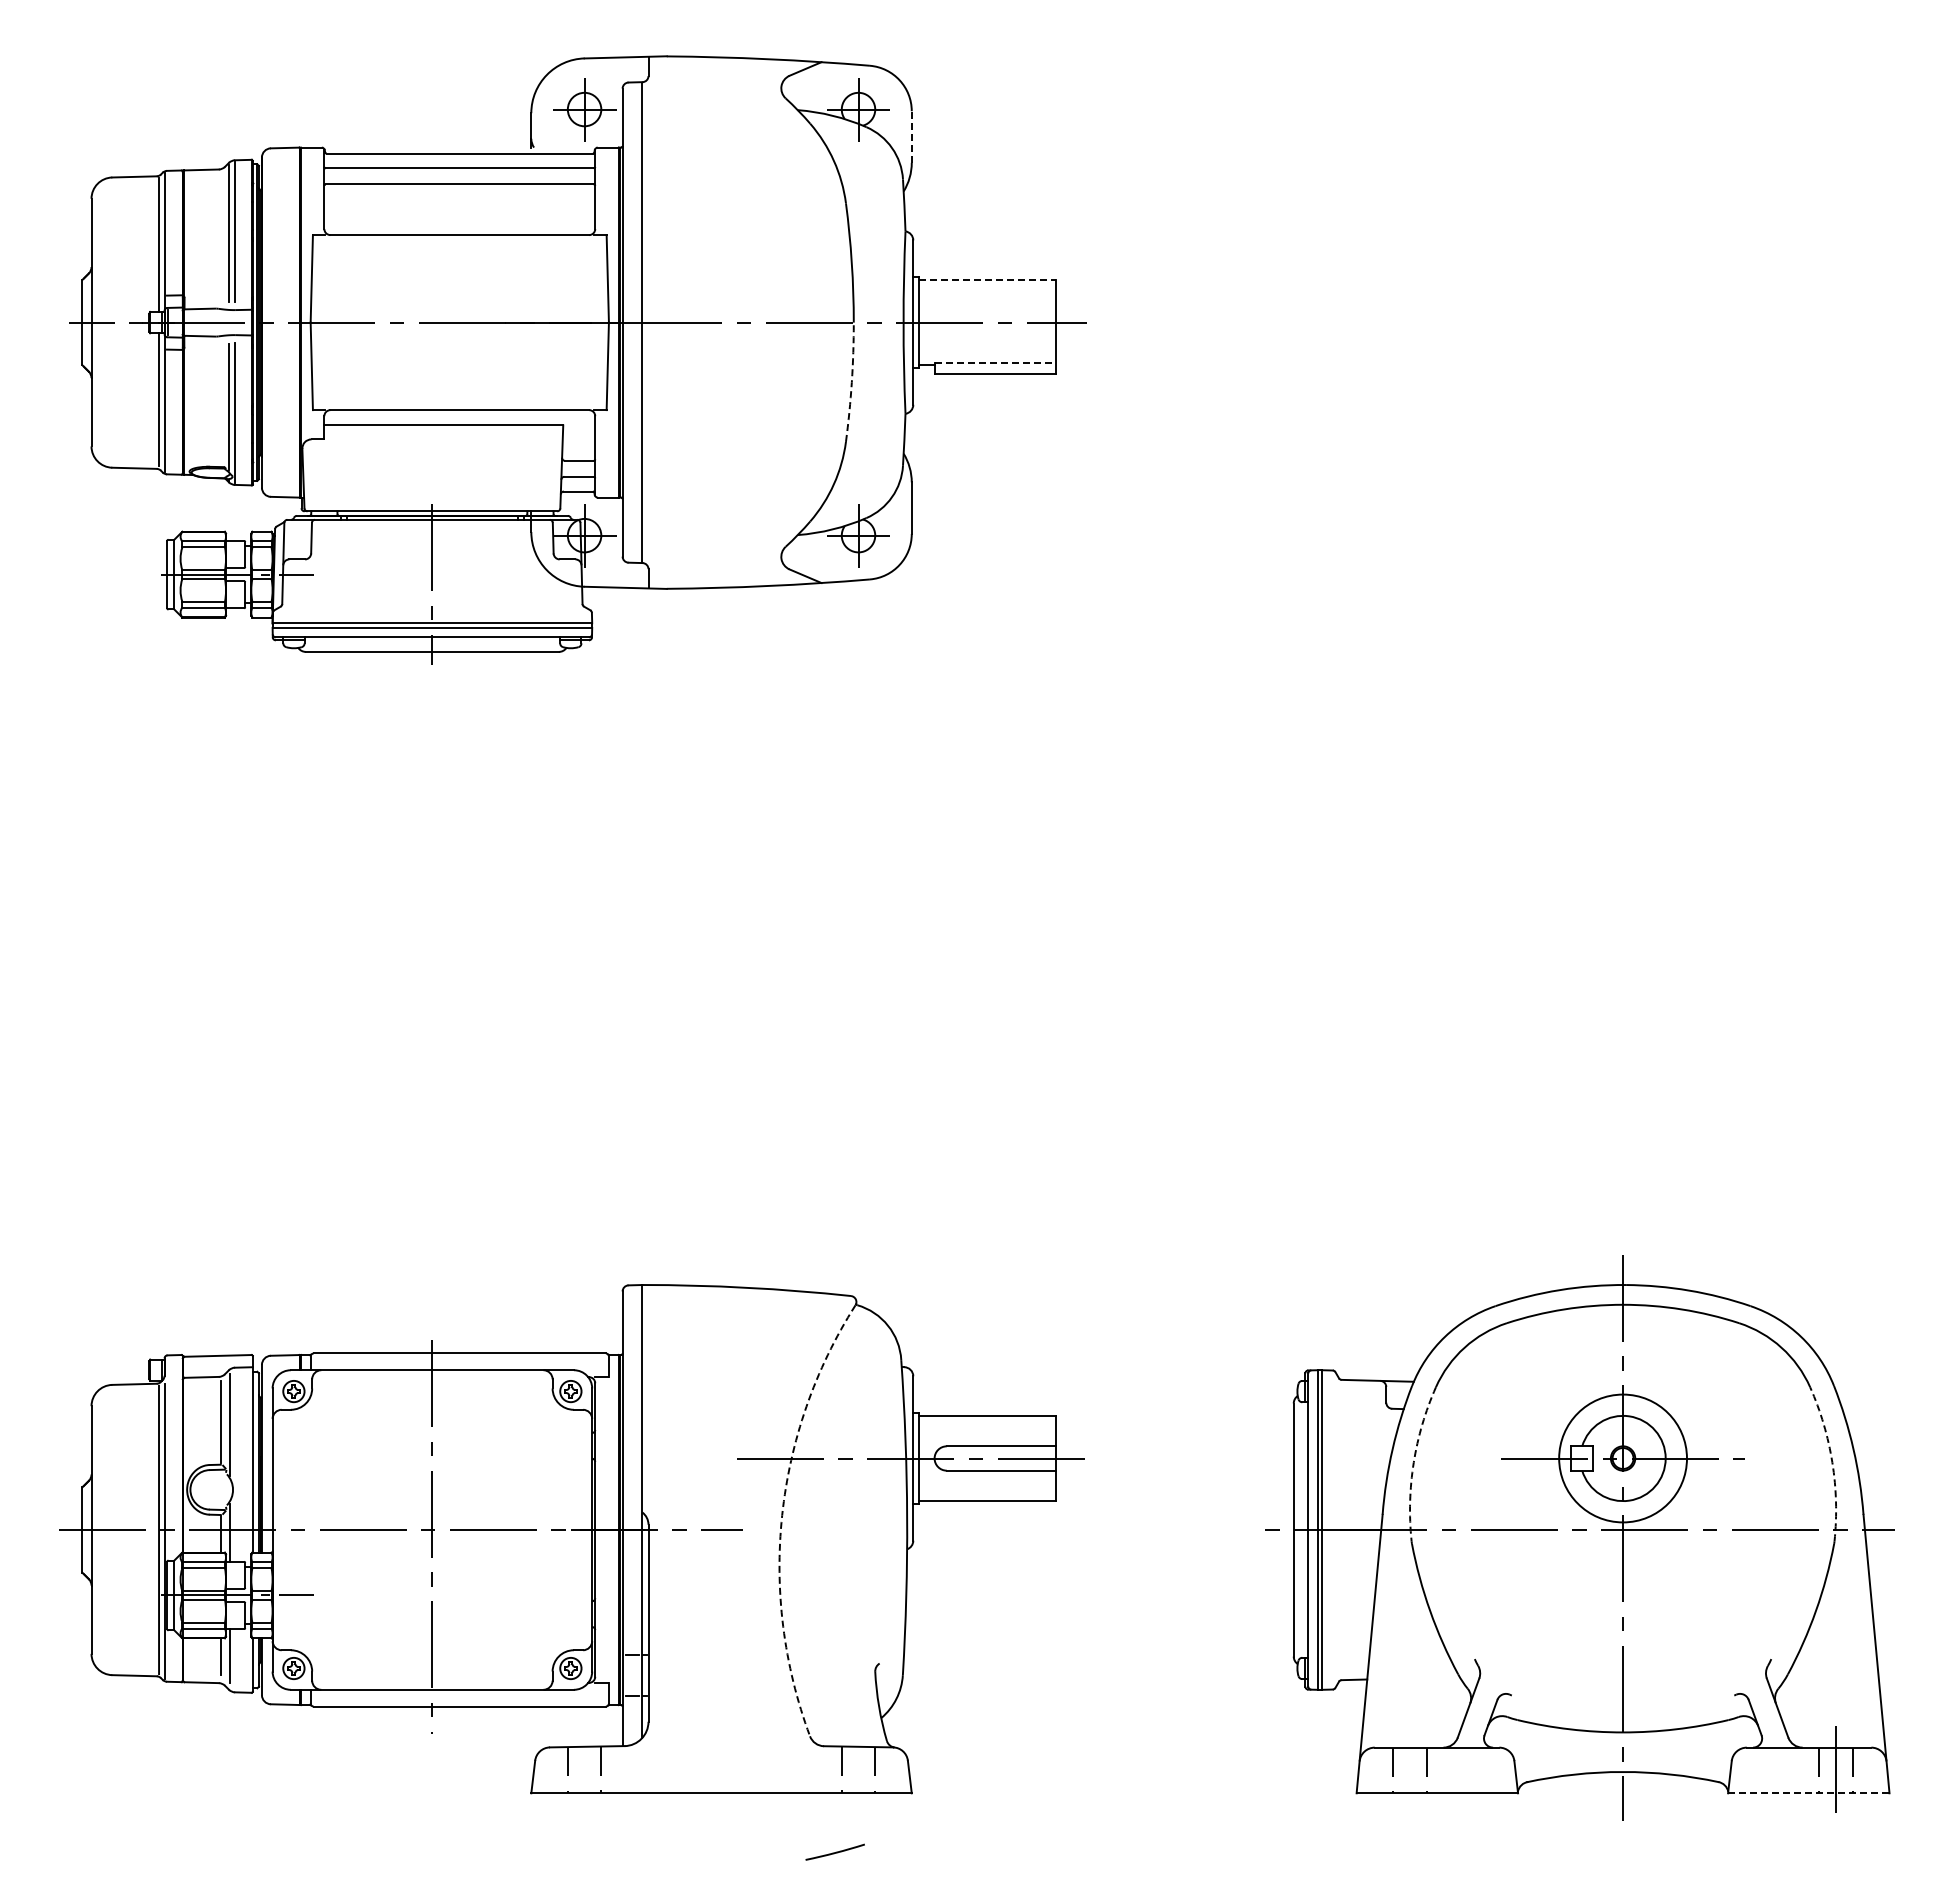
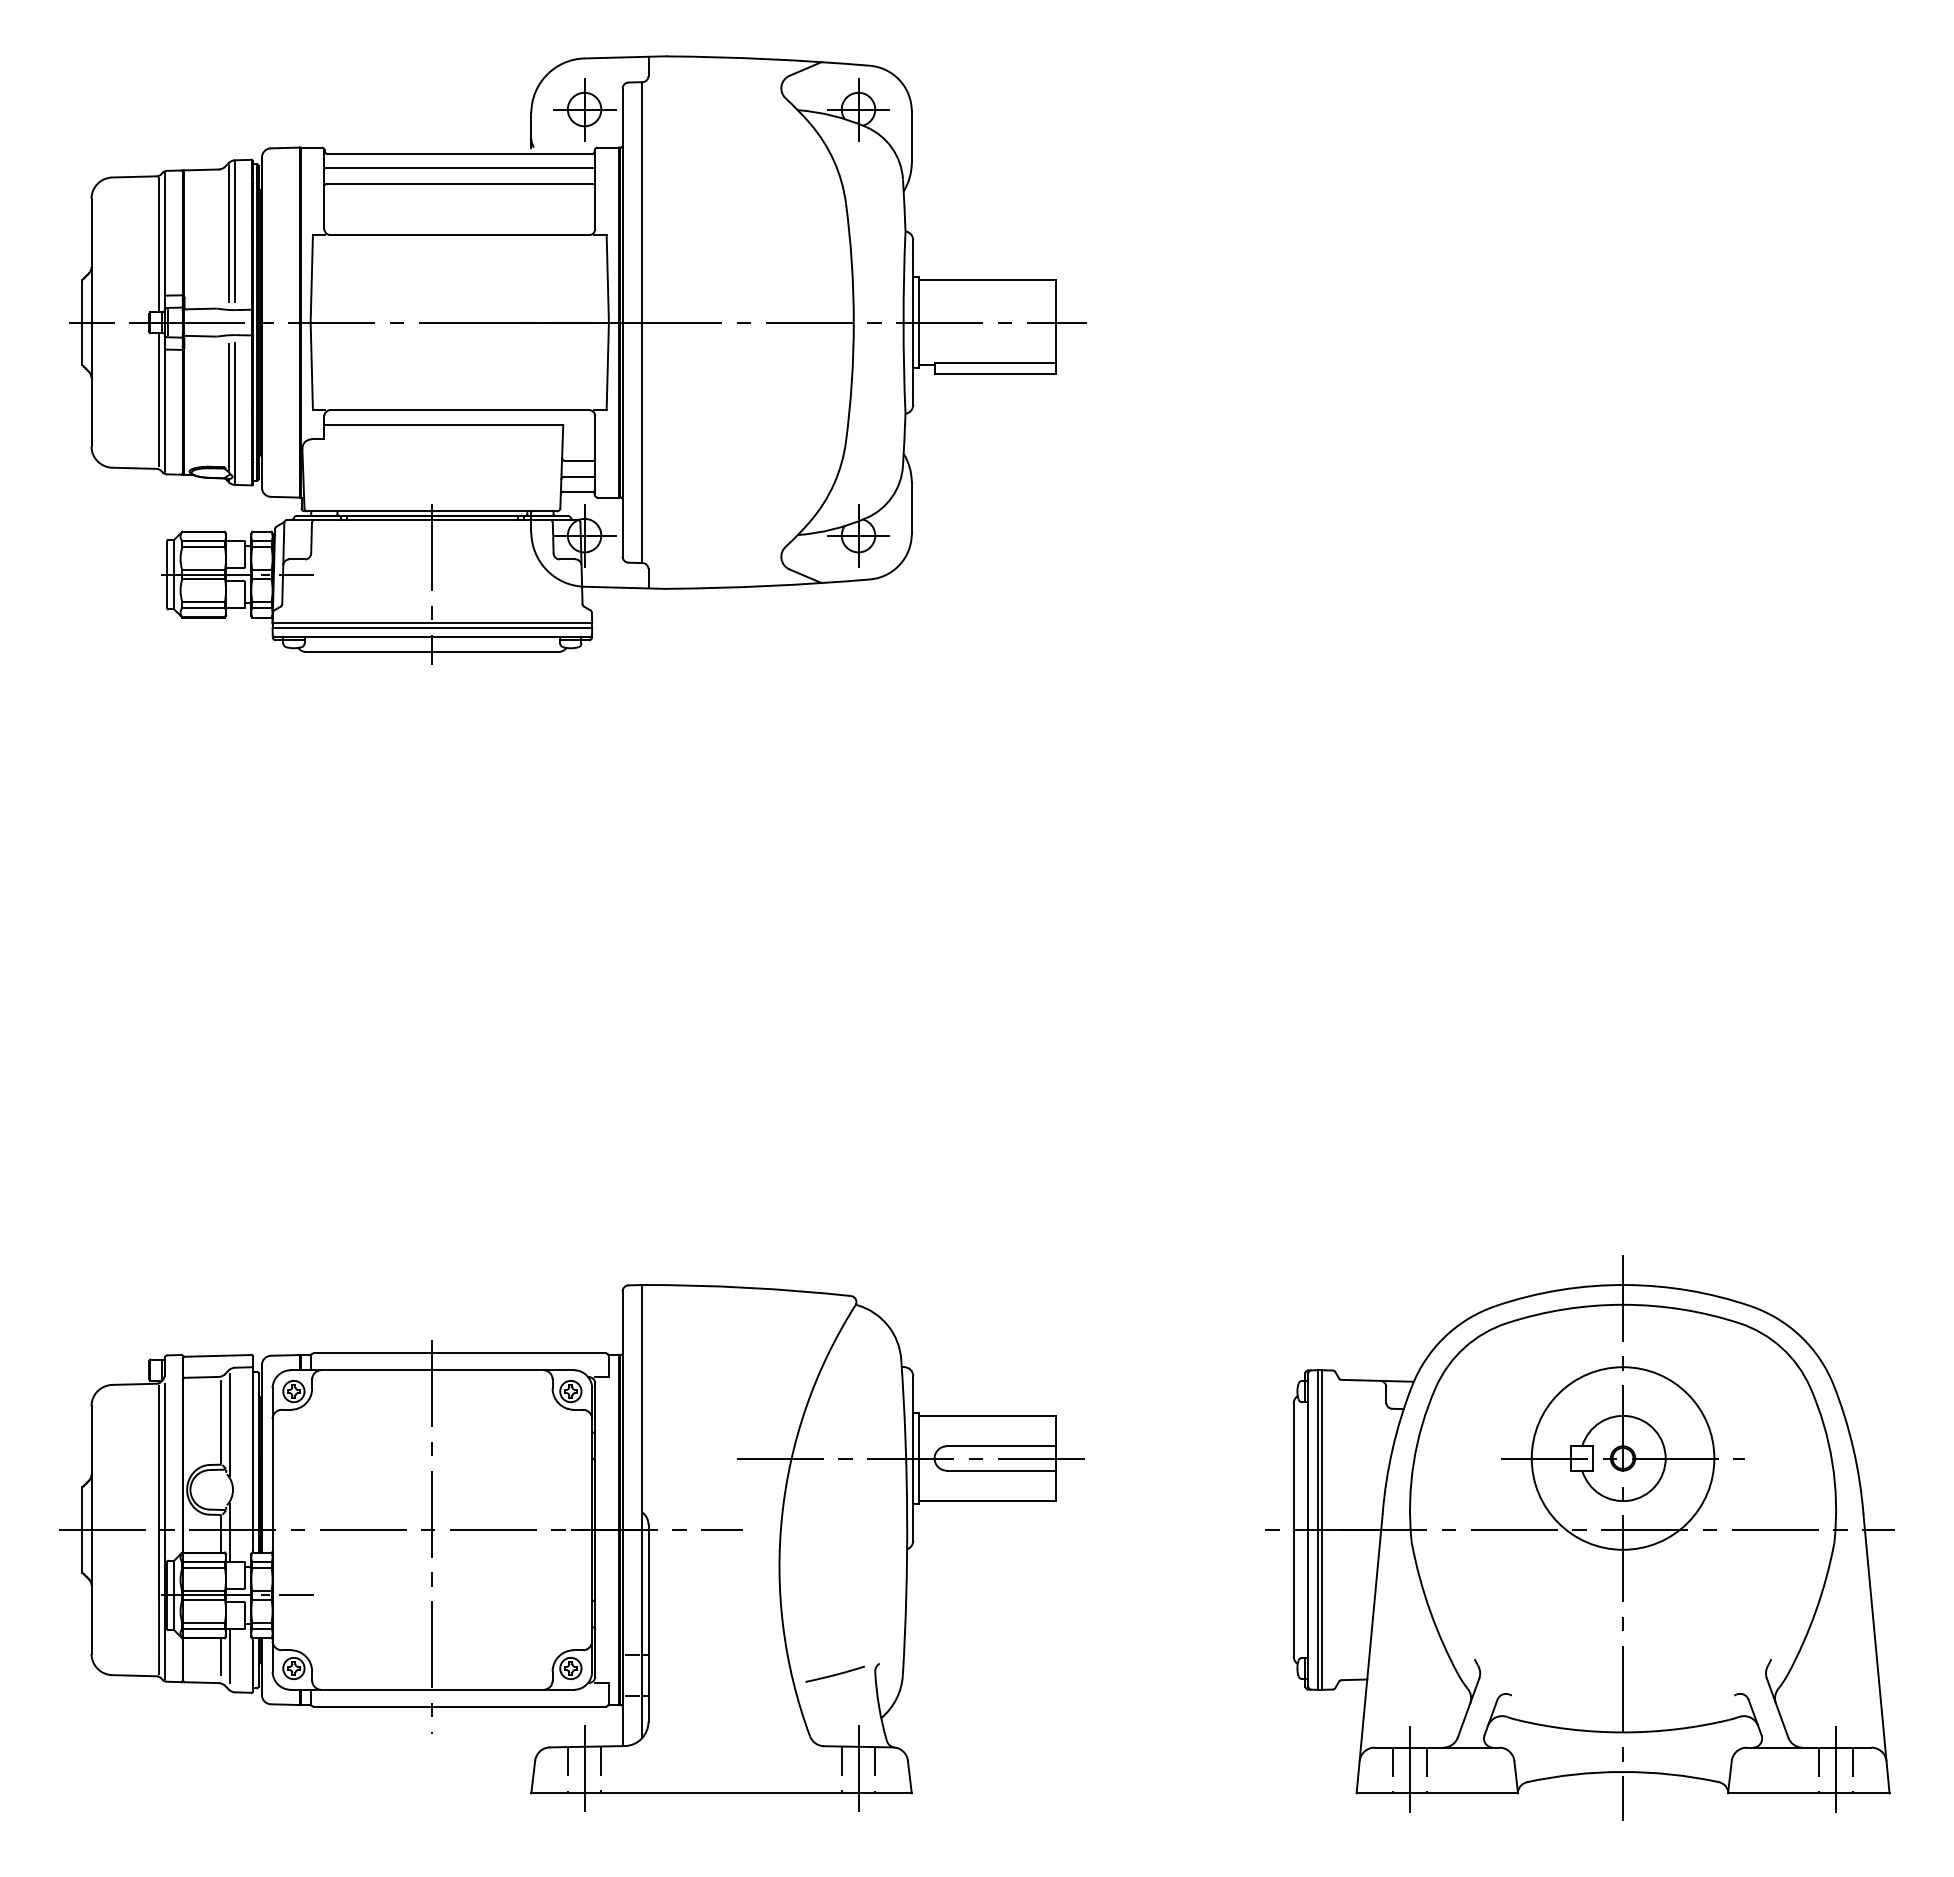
line at (911, 137): dashed -> solid
line at (988, 280): dashed -> solid
line at (995, 363): dashed -> solid
arc at (851, 382): dashed -> solid
circle at (1622, 1458) diameter: 128 px -> 183 px
arc at (1413, 1462): dashed -> solid
arc at (1832, 1462): dashed -> solid
arc at (782, 1515): dashed -> solid
line at (584, 1769): none -> present
line at (858, 1769): none -> present
line at (1410, 1770): none -> present
line at (1808, 1793): dashed -> solid
line at (834, 1852) position: (834, 1852) -> (834, 1674)
